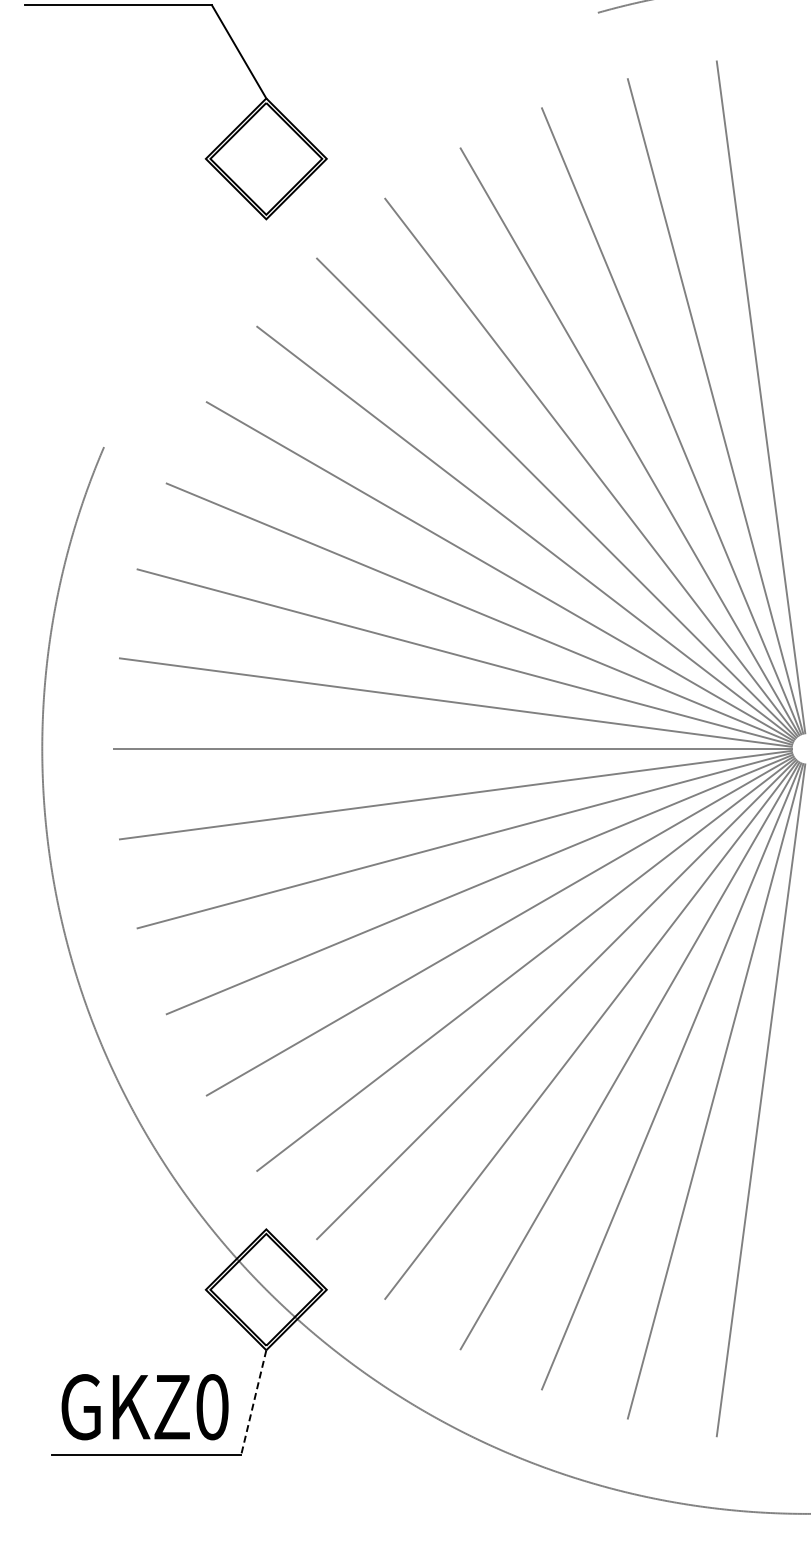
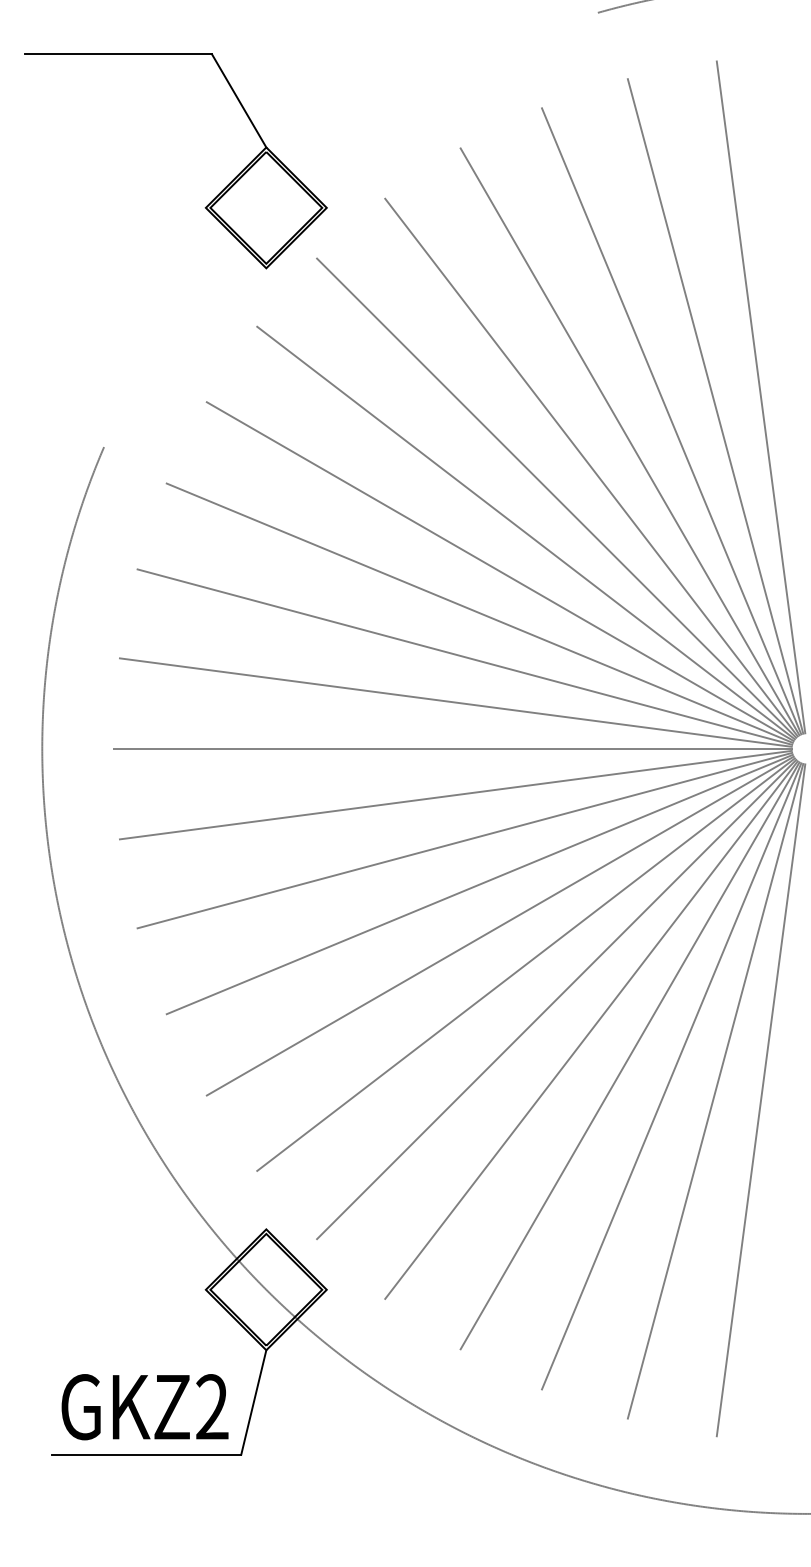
part at (213, 149) position: (213, 149) -> (213, 198)
line at (253, 1402): dashed -> solid
text at (212, 1407): GKZ0 -> GKZ2
